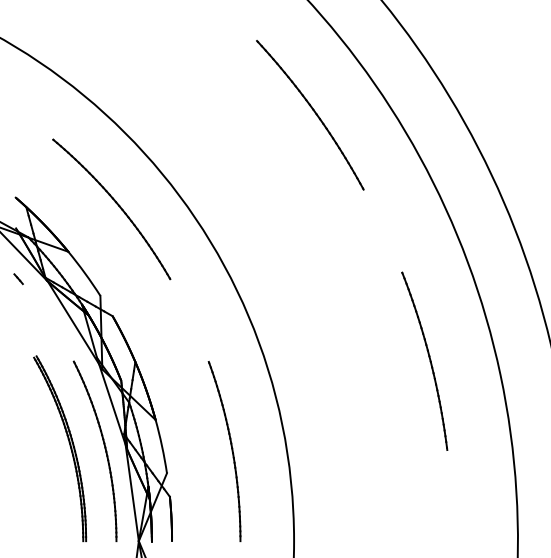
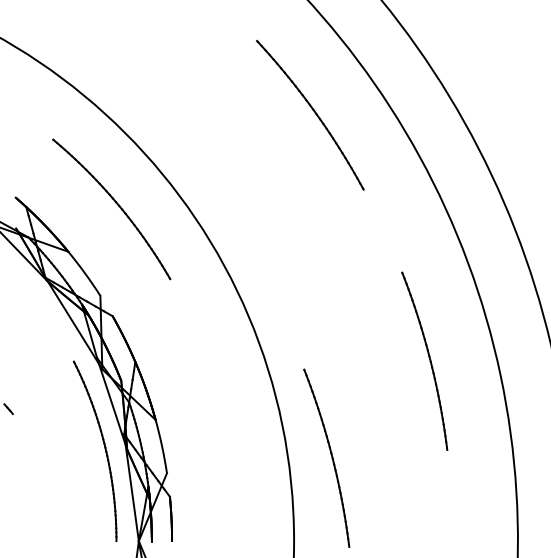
line at (18, 279) position: (18, 279) -> (8, 409)
part at (69, 446): present -> none
part at (231, 451): present -> none
part at (326, 457): none -> present
